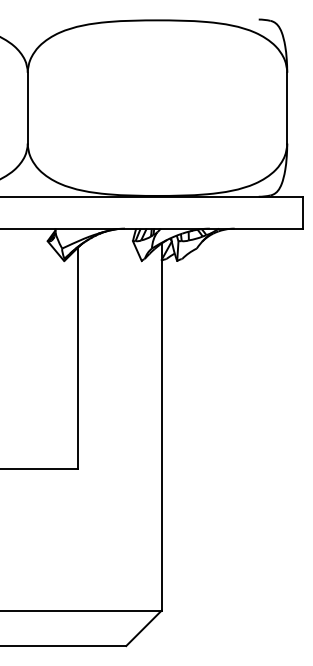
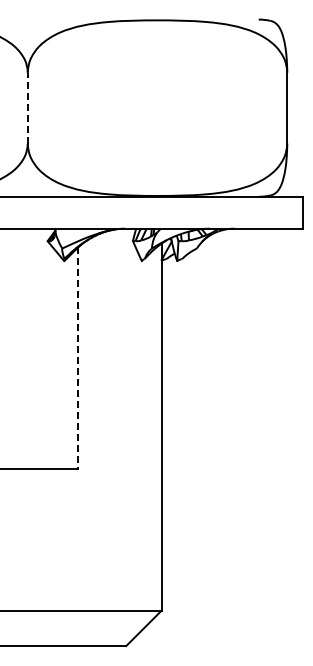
line at (27, 107): solid -> dashed
line at (78, 358): solid -> dashed
